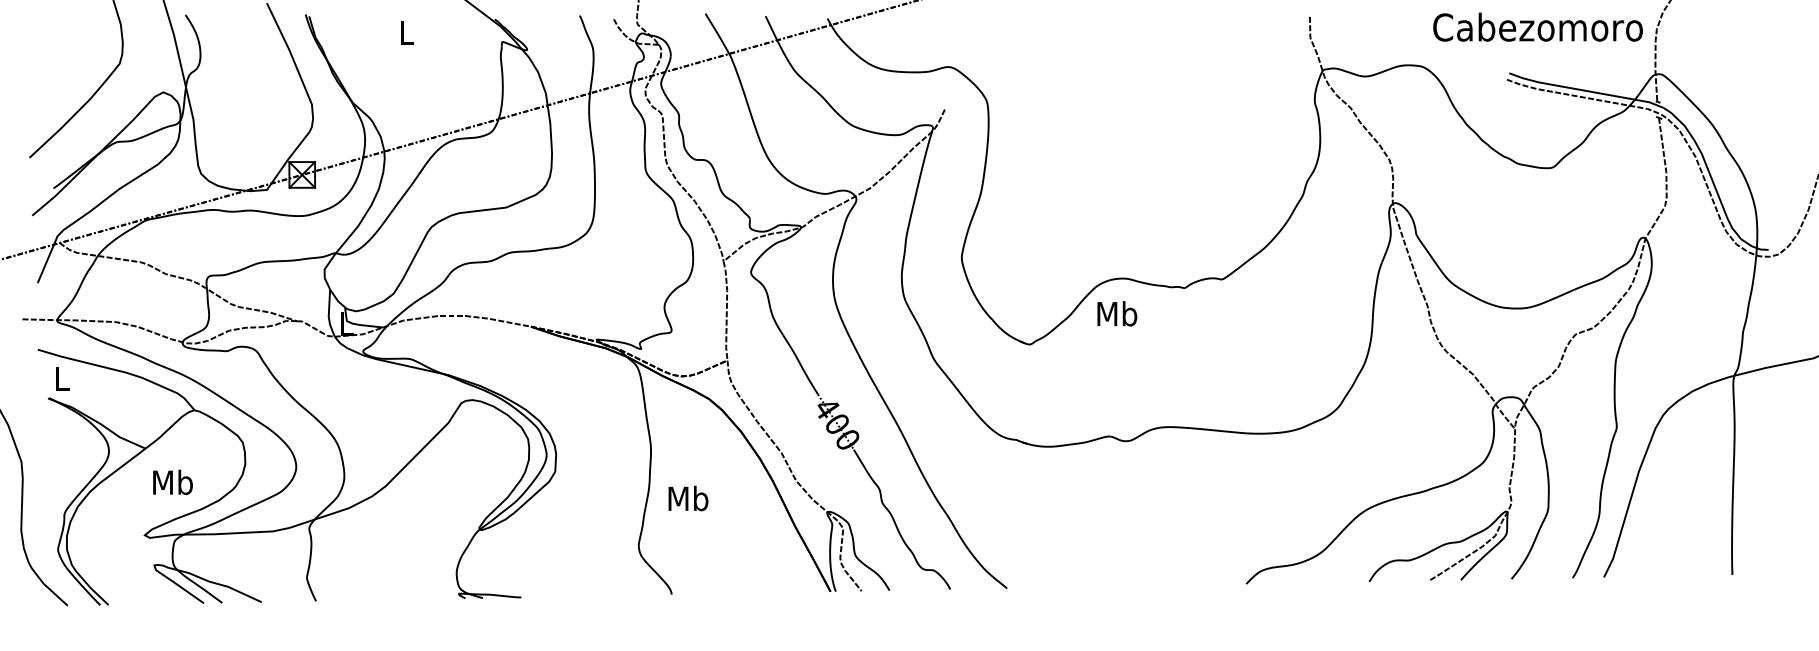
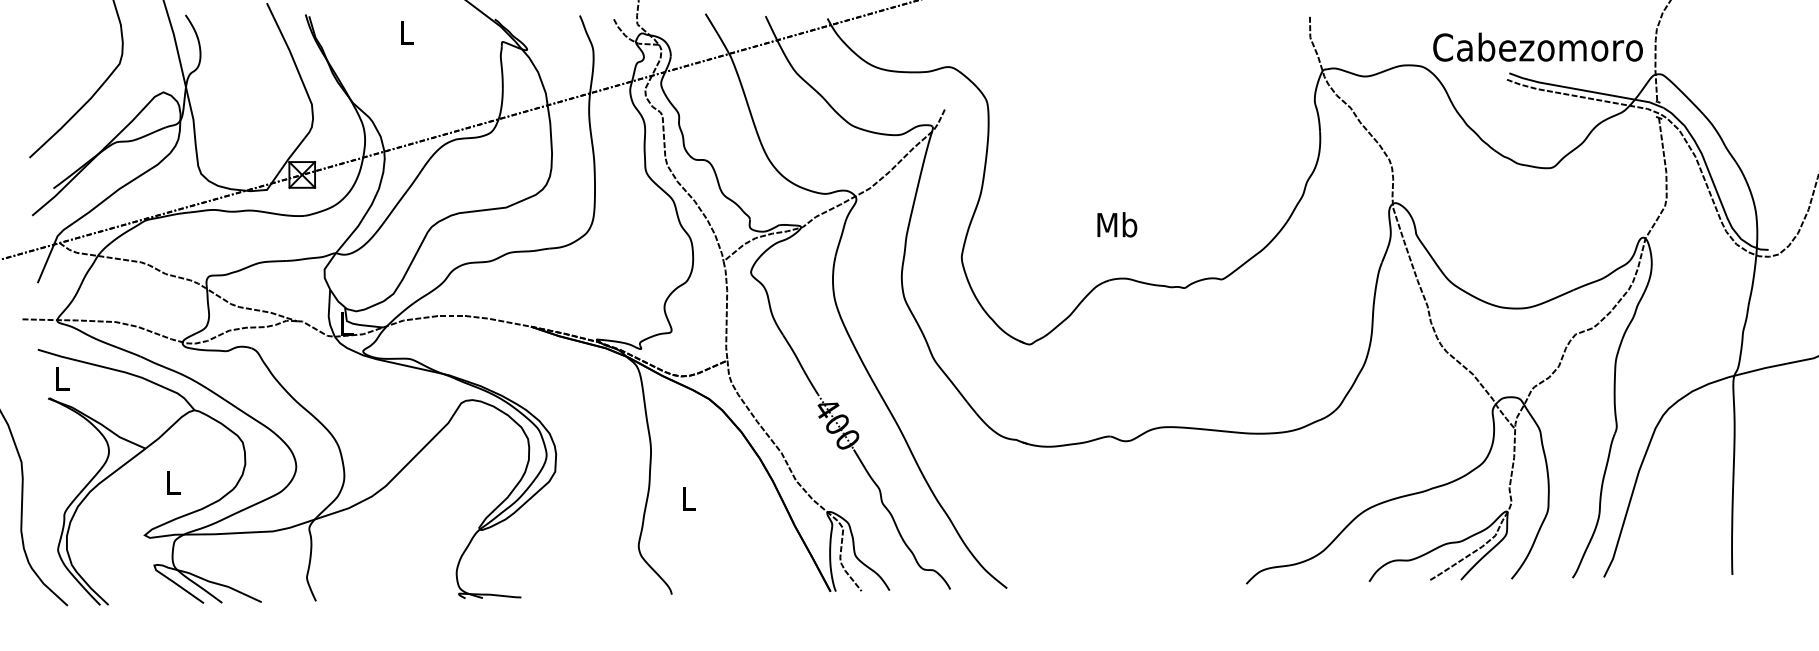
text at (1537, 26) position: (1537, 26) -> (1537, 46)
text at (1117, 313) position: (1117, 313) -> (1117, 224)
text at (172, 482): Mb -> L
text at (688, 498): Mb -> L
